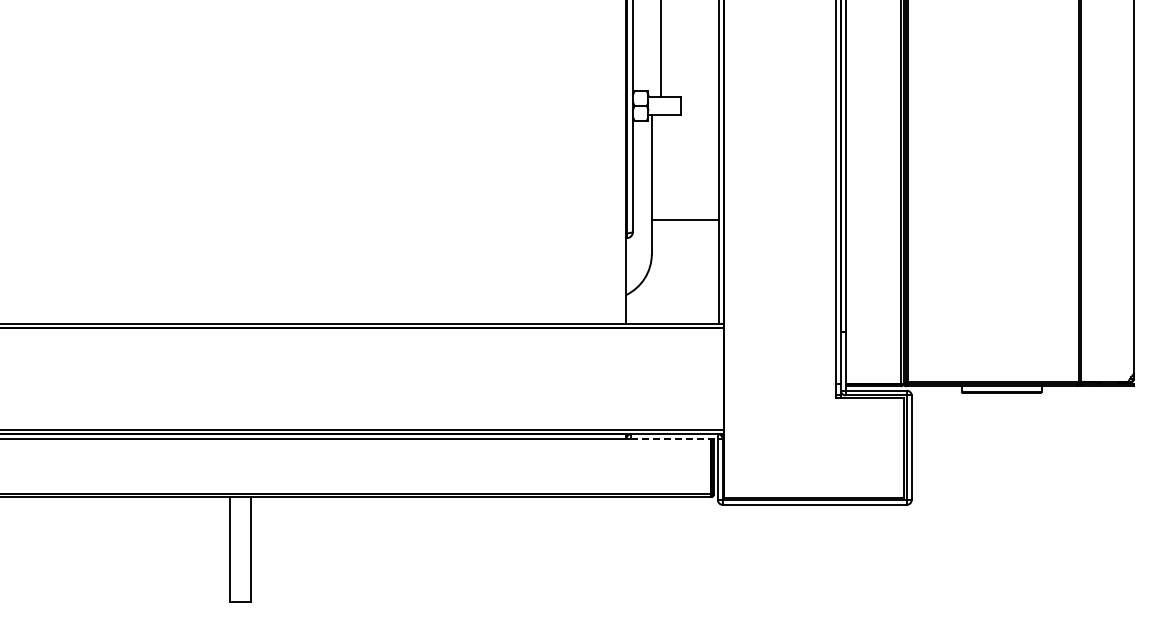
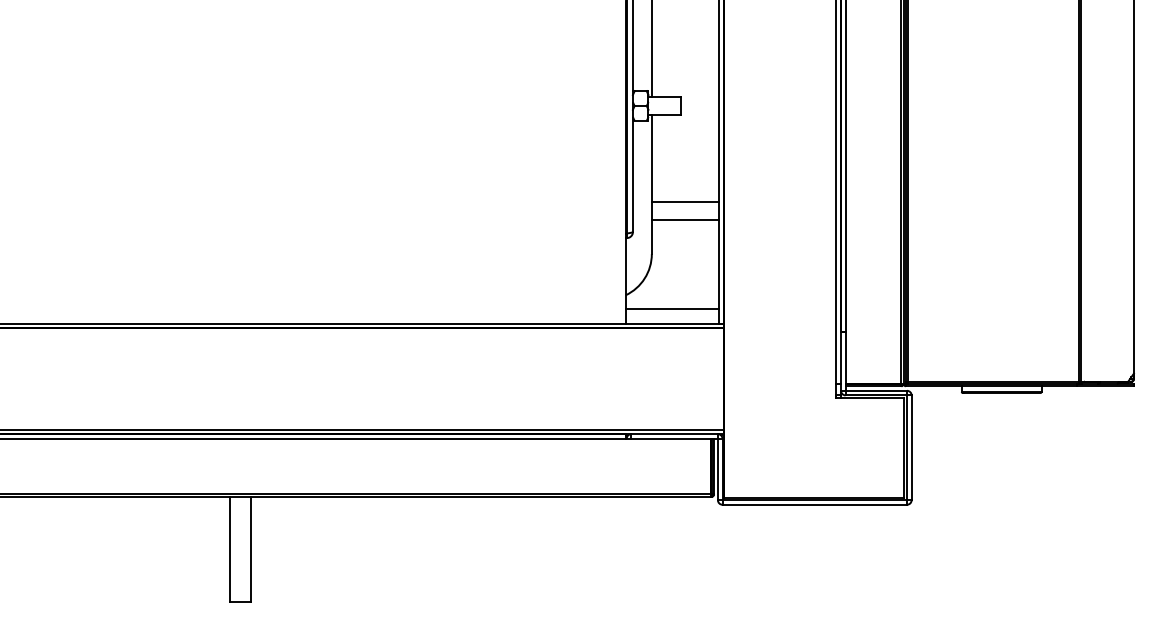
line at (660, 49) position: (660, 49) -> (651, 49)
line at (685, 201): none -> present
line at (672, 308): none -> present
line at (675, 438): dashed -> solid
